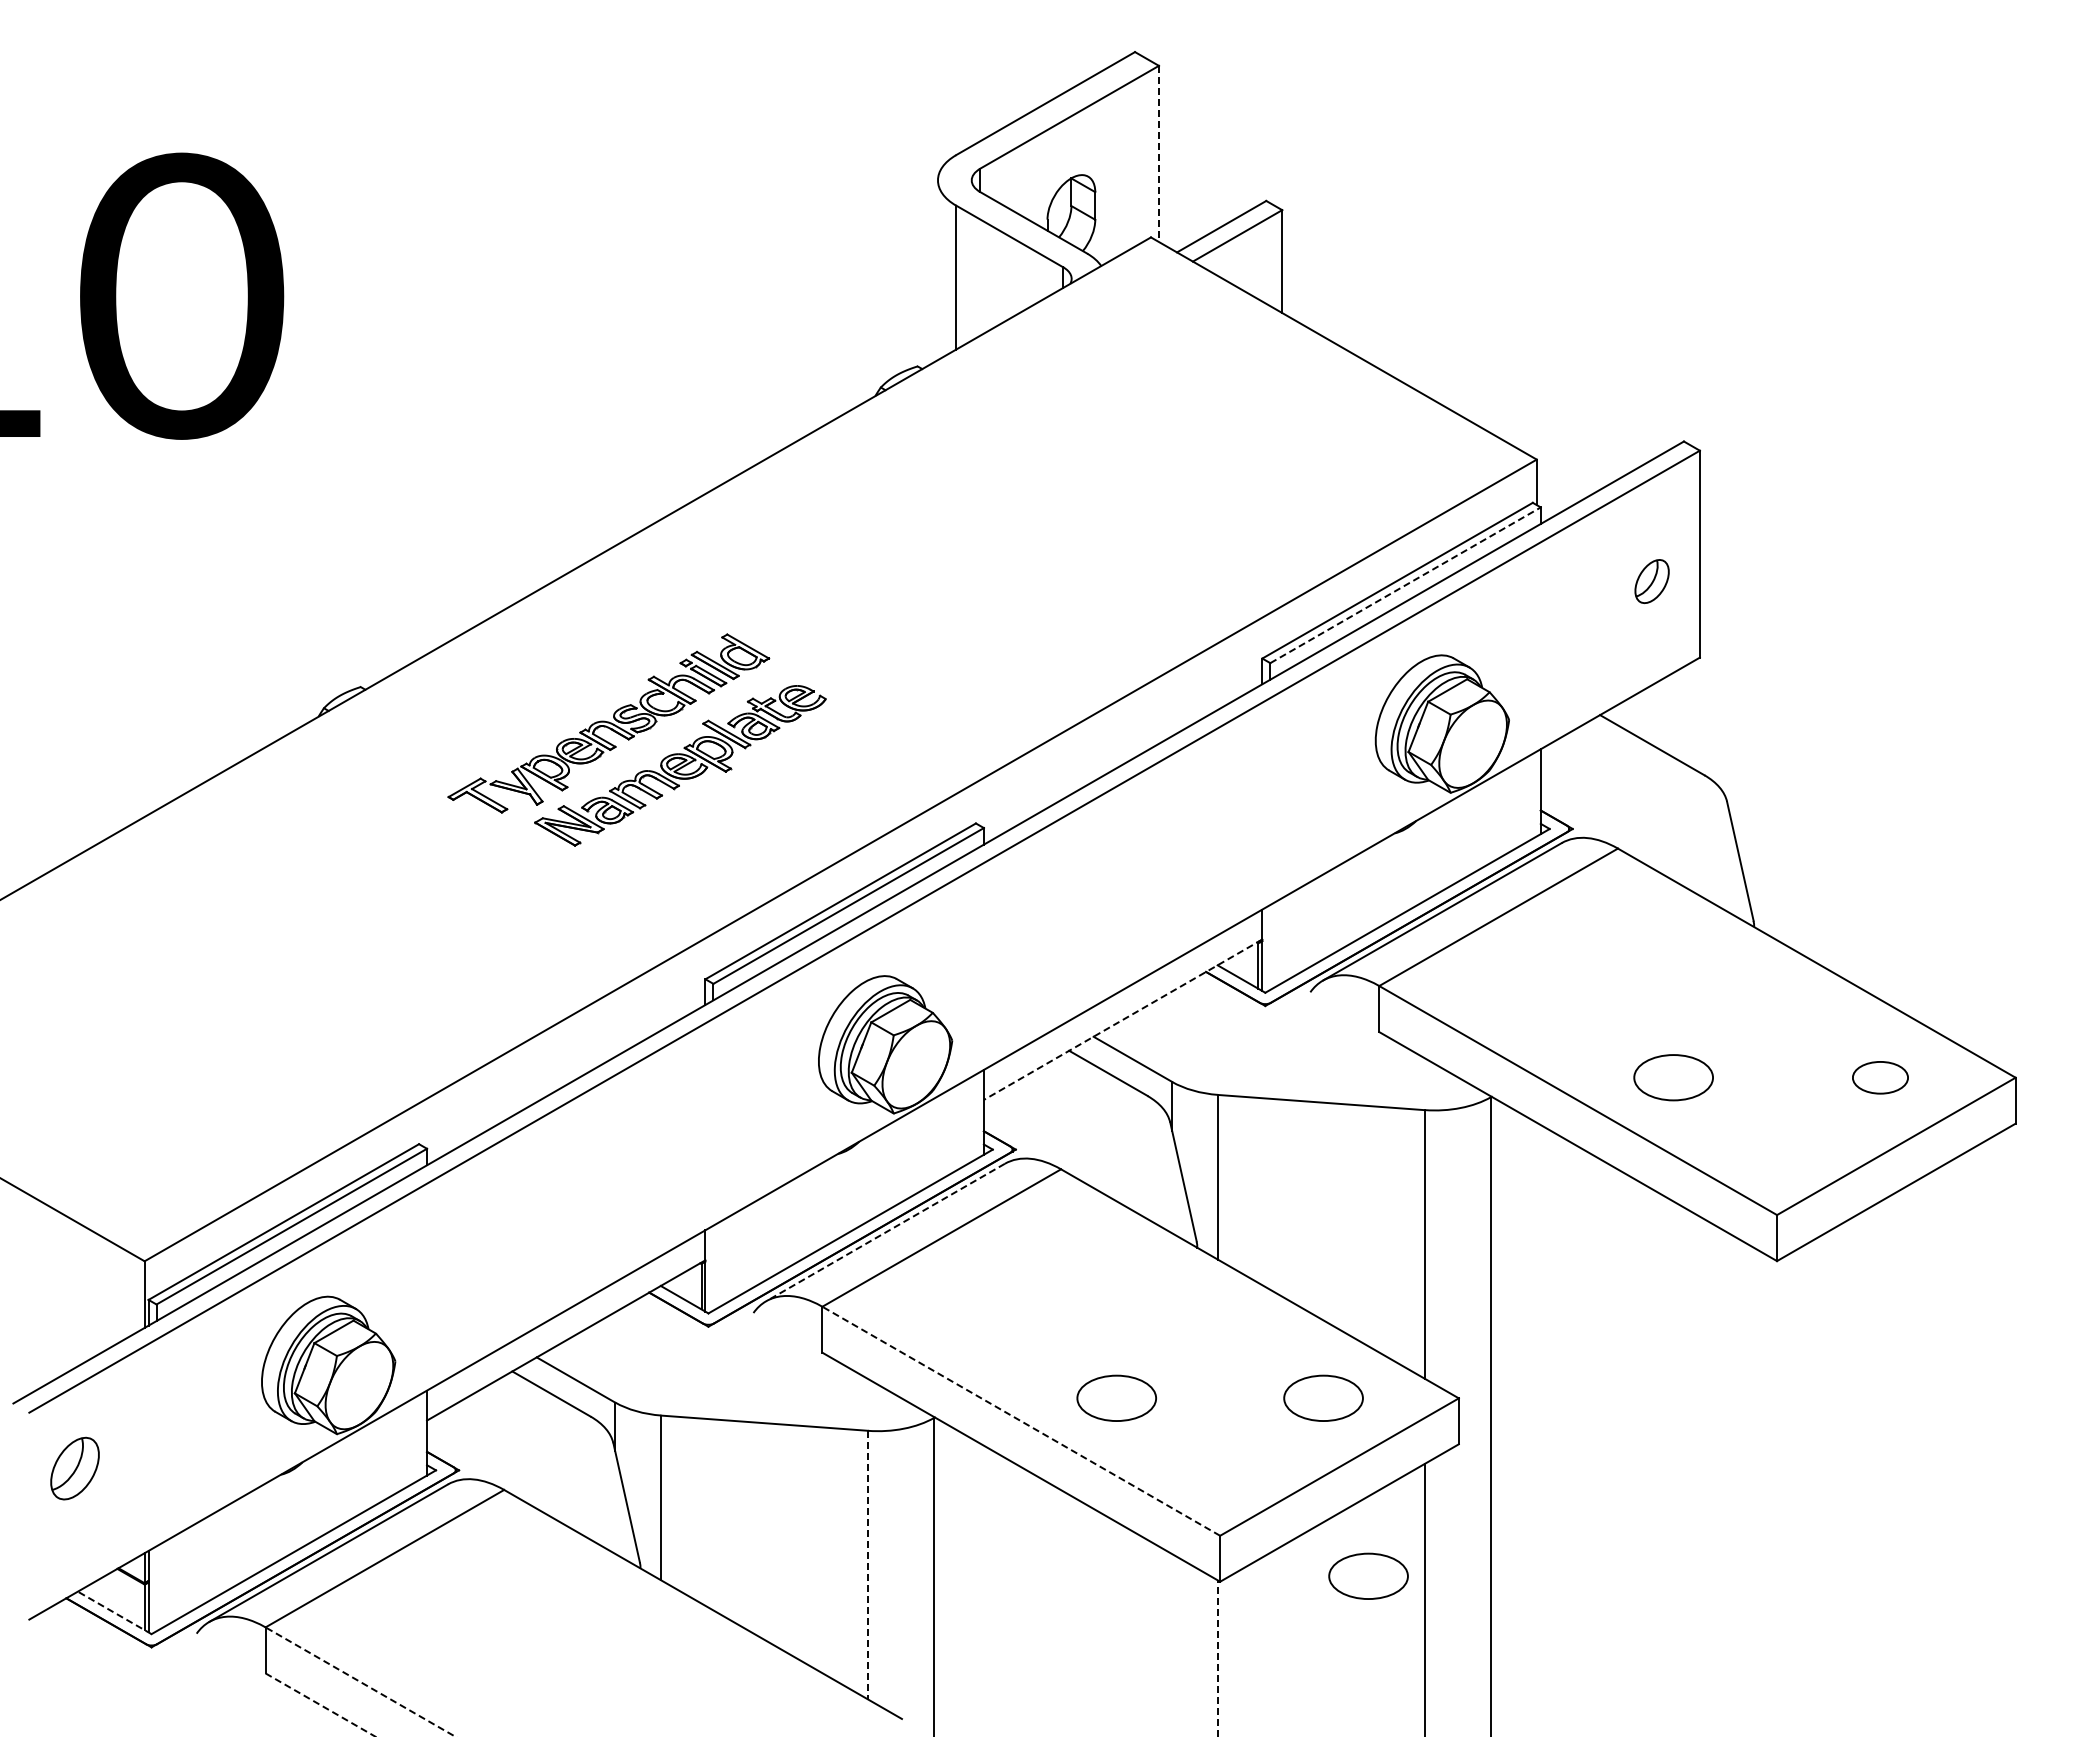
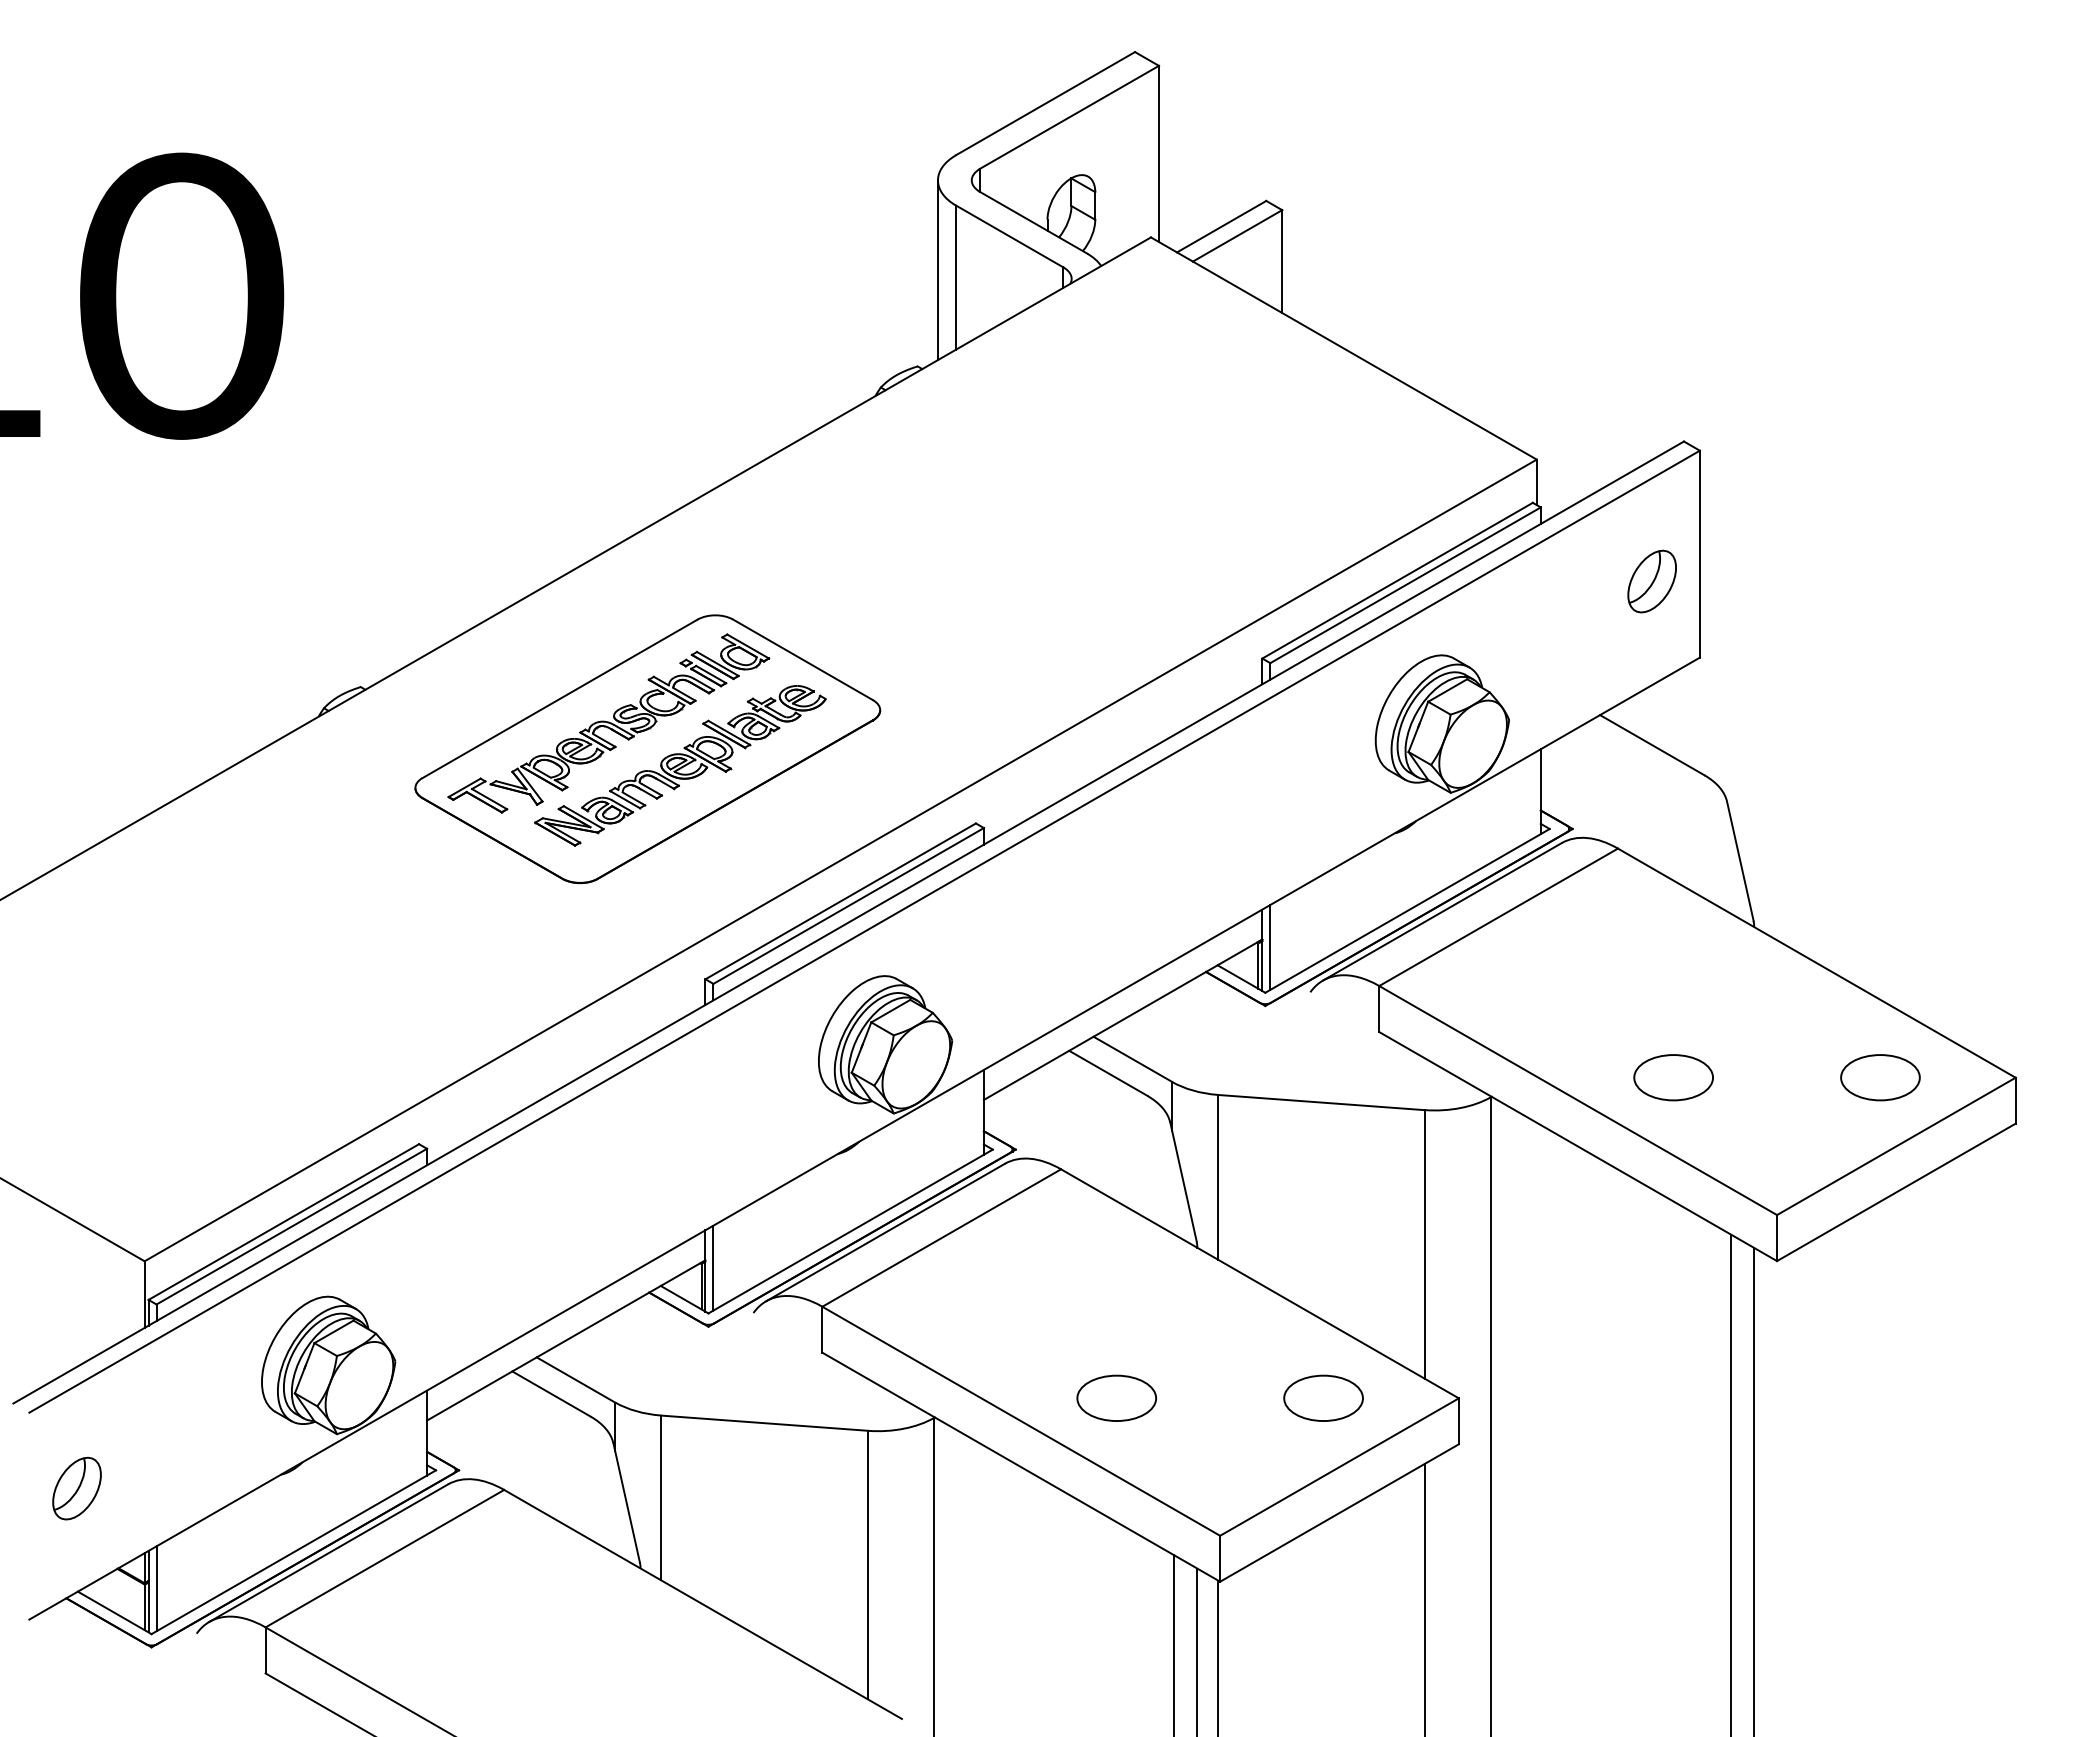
line at (1158, 154): dashed -> solid
line at (937, 270): none -> present
part at (1651, 581) size: 36x45 px -> 50x65 px
line at (1406, 585): dashed -> solid
part at (647, 748): none -> present
line at (1270, 947): none -> present
line at (1123, 1019): dashed -> solid
part at (1880, 1077) size: 57x34 px -> 81x48 px
line at (885, 1232): dashed -> solid
line at (713, 1267): none -> present
line at (1021, 1421): dashed -> solid
part at (74, 1468) position: (74, 1468) -> (76, 1488)
line at (1730, 1483): none -> present
line at (1754, 1490): none -> present
line at (868, 1565): dashed -> solid
part at (1368, 1575): present -> none
line at (156, 1588): none -> present
line at (114, 1612): dashed -> solid
line at (1174, 1644): none -> present
line at (1197, 1650): none -> present
line at (1218, 1658): dashed -> solid
line at (360, 1681): dashed -> solid
line at (321, 1705): dashed -> solid
